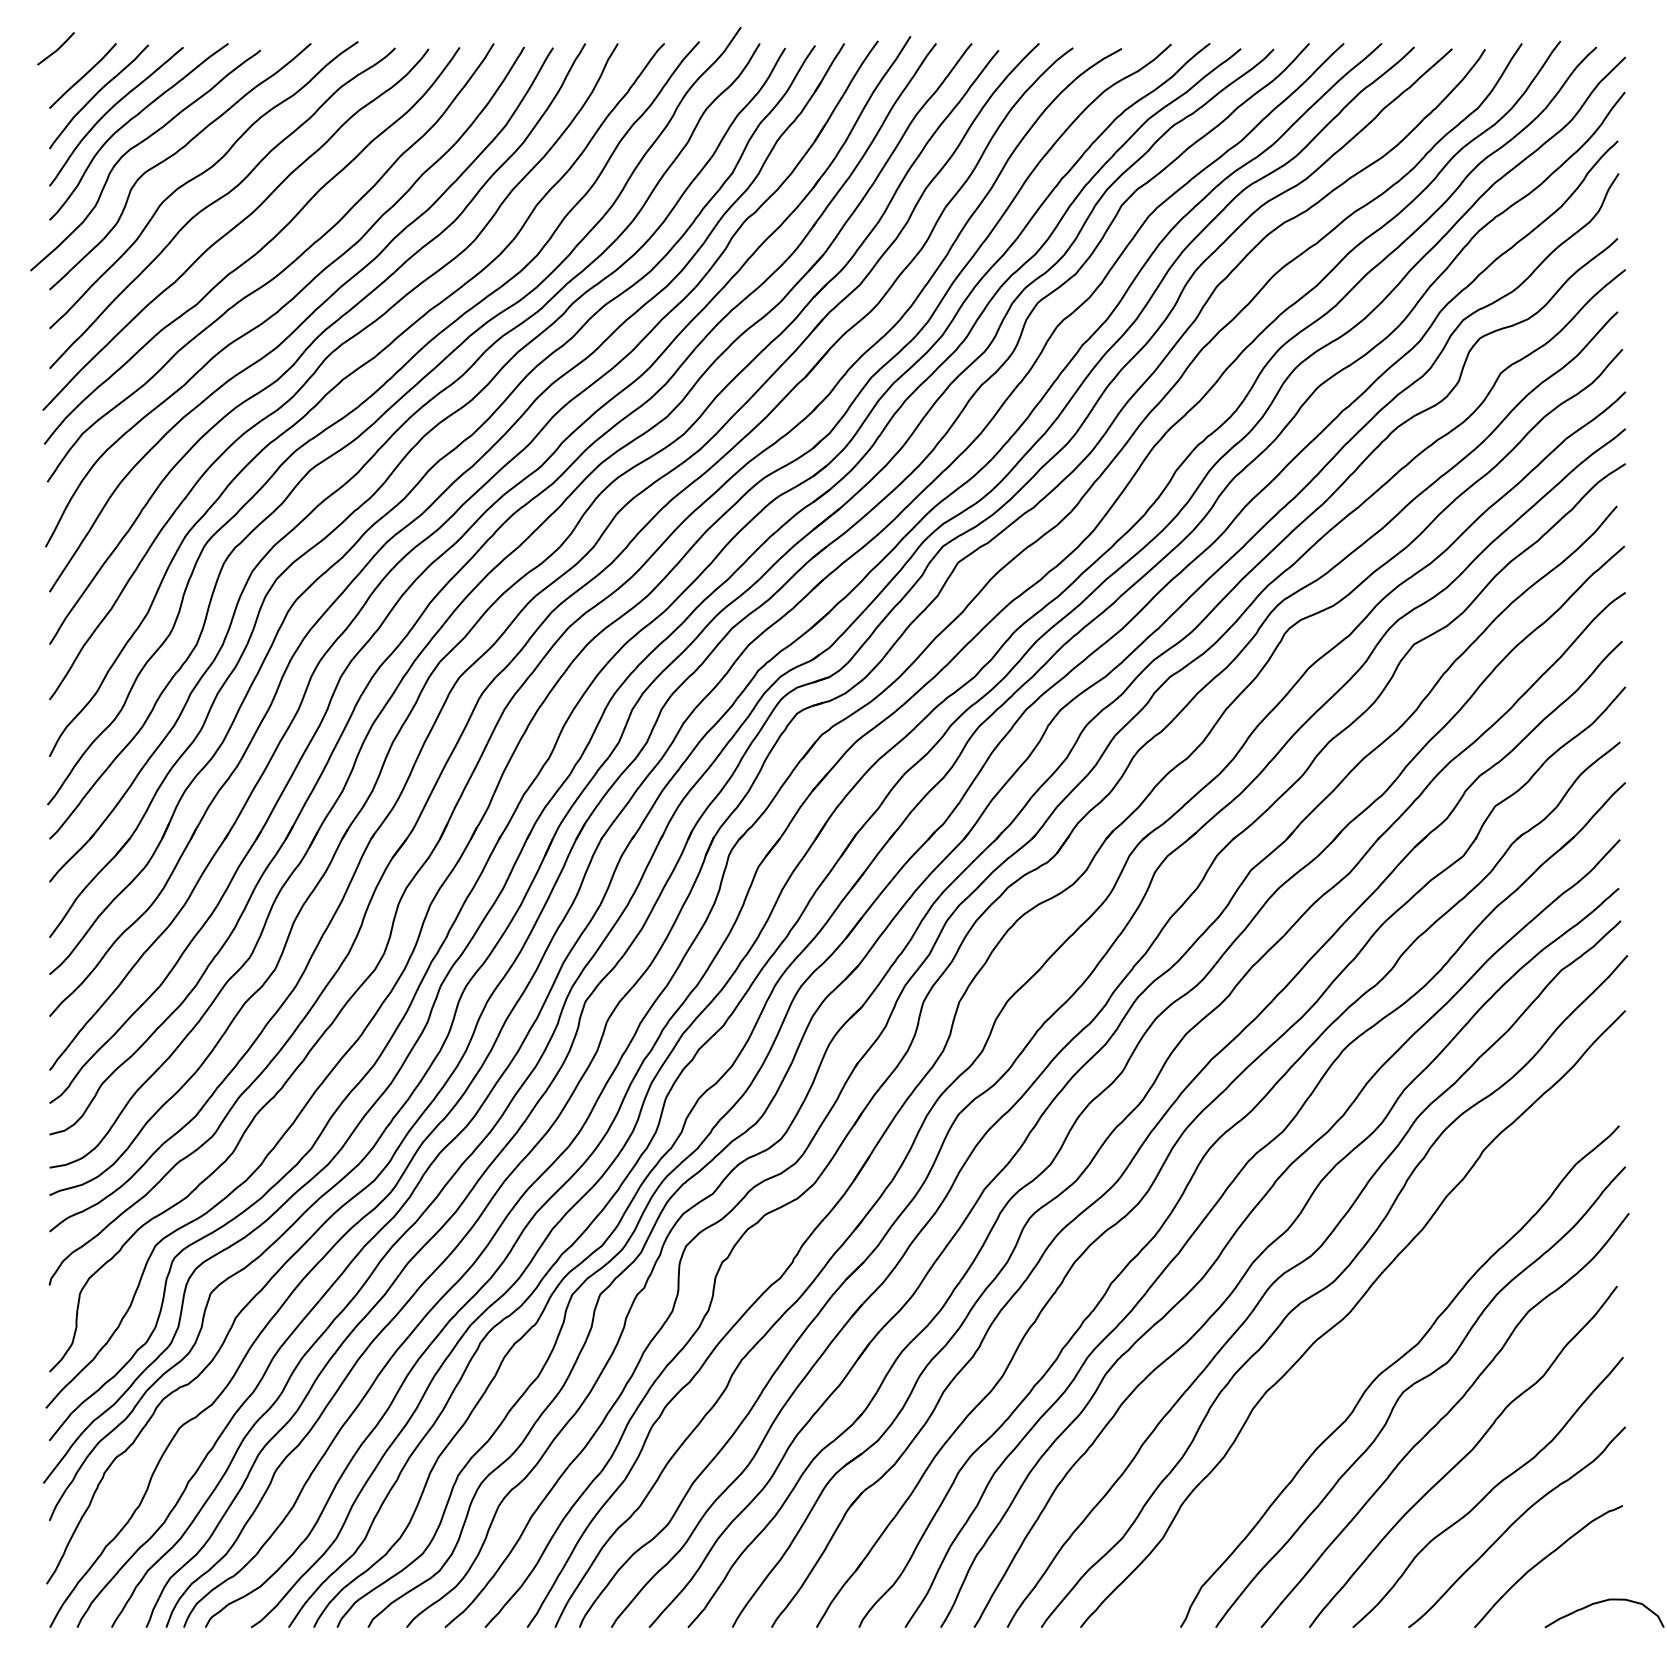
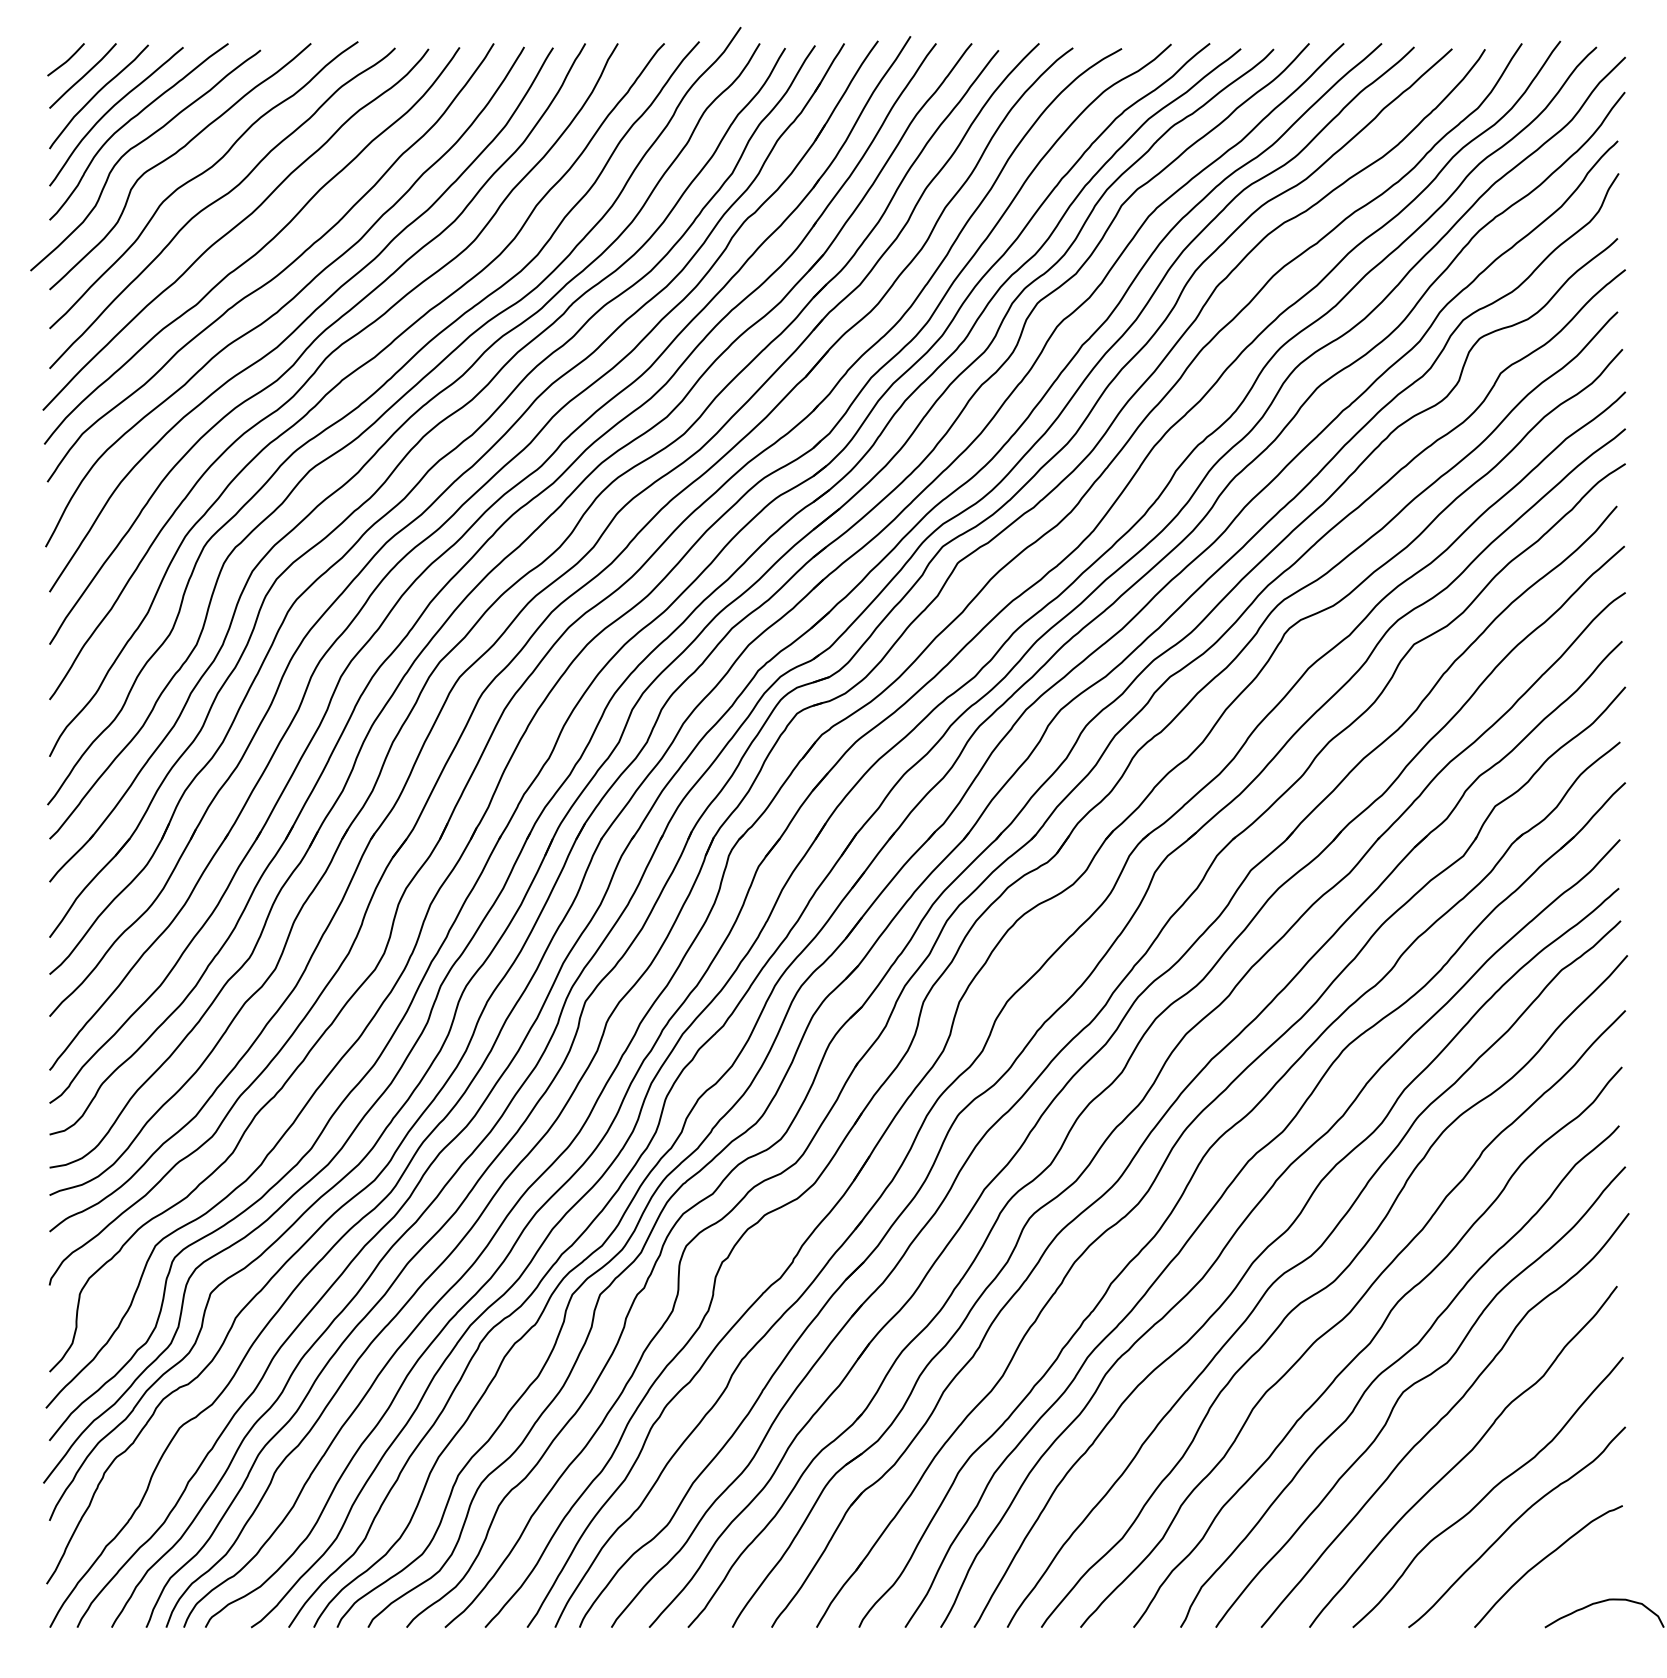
line at (56, 49) position: (56, 49) -> (66, 60)
curve at (1372, 1341): none -> present
